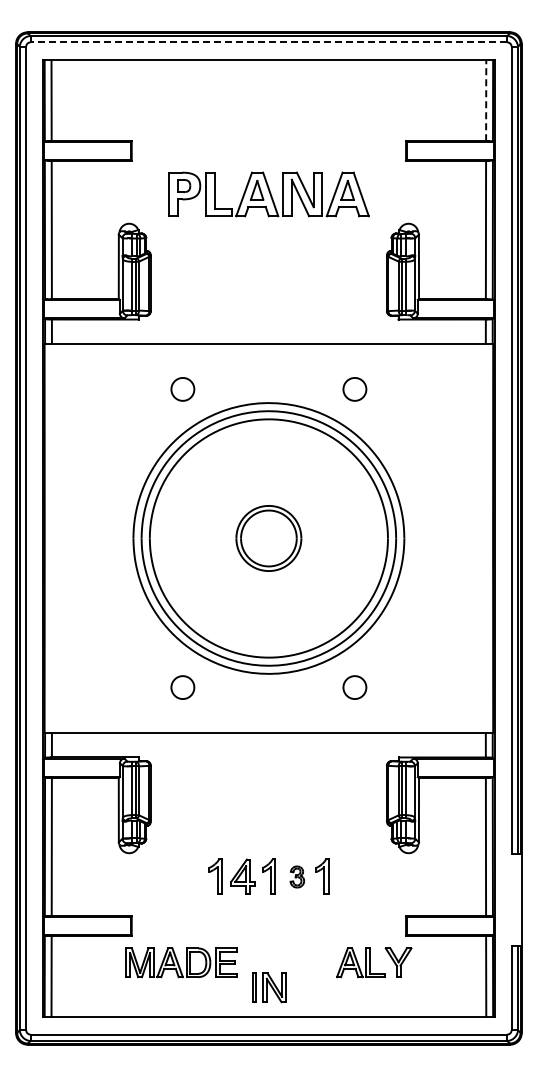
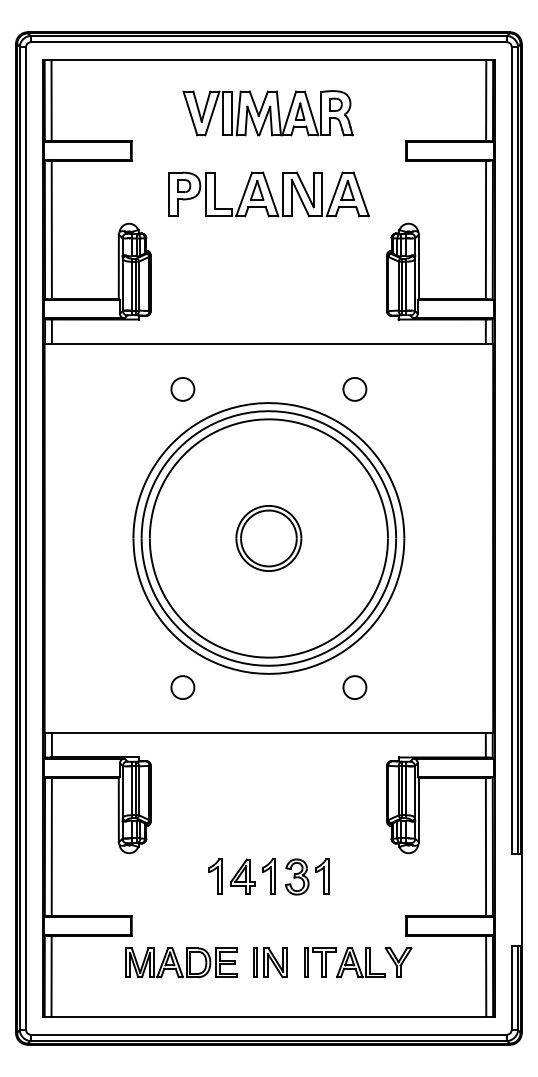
line at (268, 42): dashed -> solid
line at (486, 100): dashed -> solid
part at (267, 113): none -> present
part at (296, 876) size: 16x24 px -> 25x38 px
part at (320, 962): none -> present
part at (269, 987) position: (269, 987) -> (270, 962)
